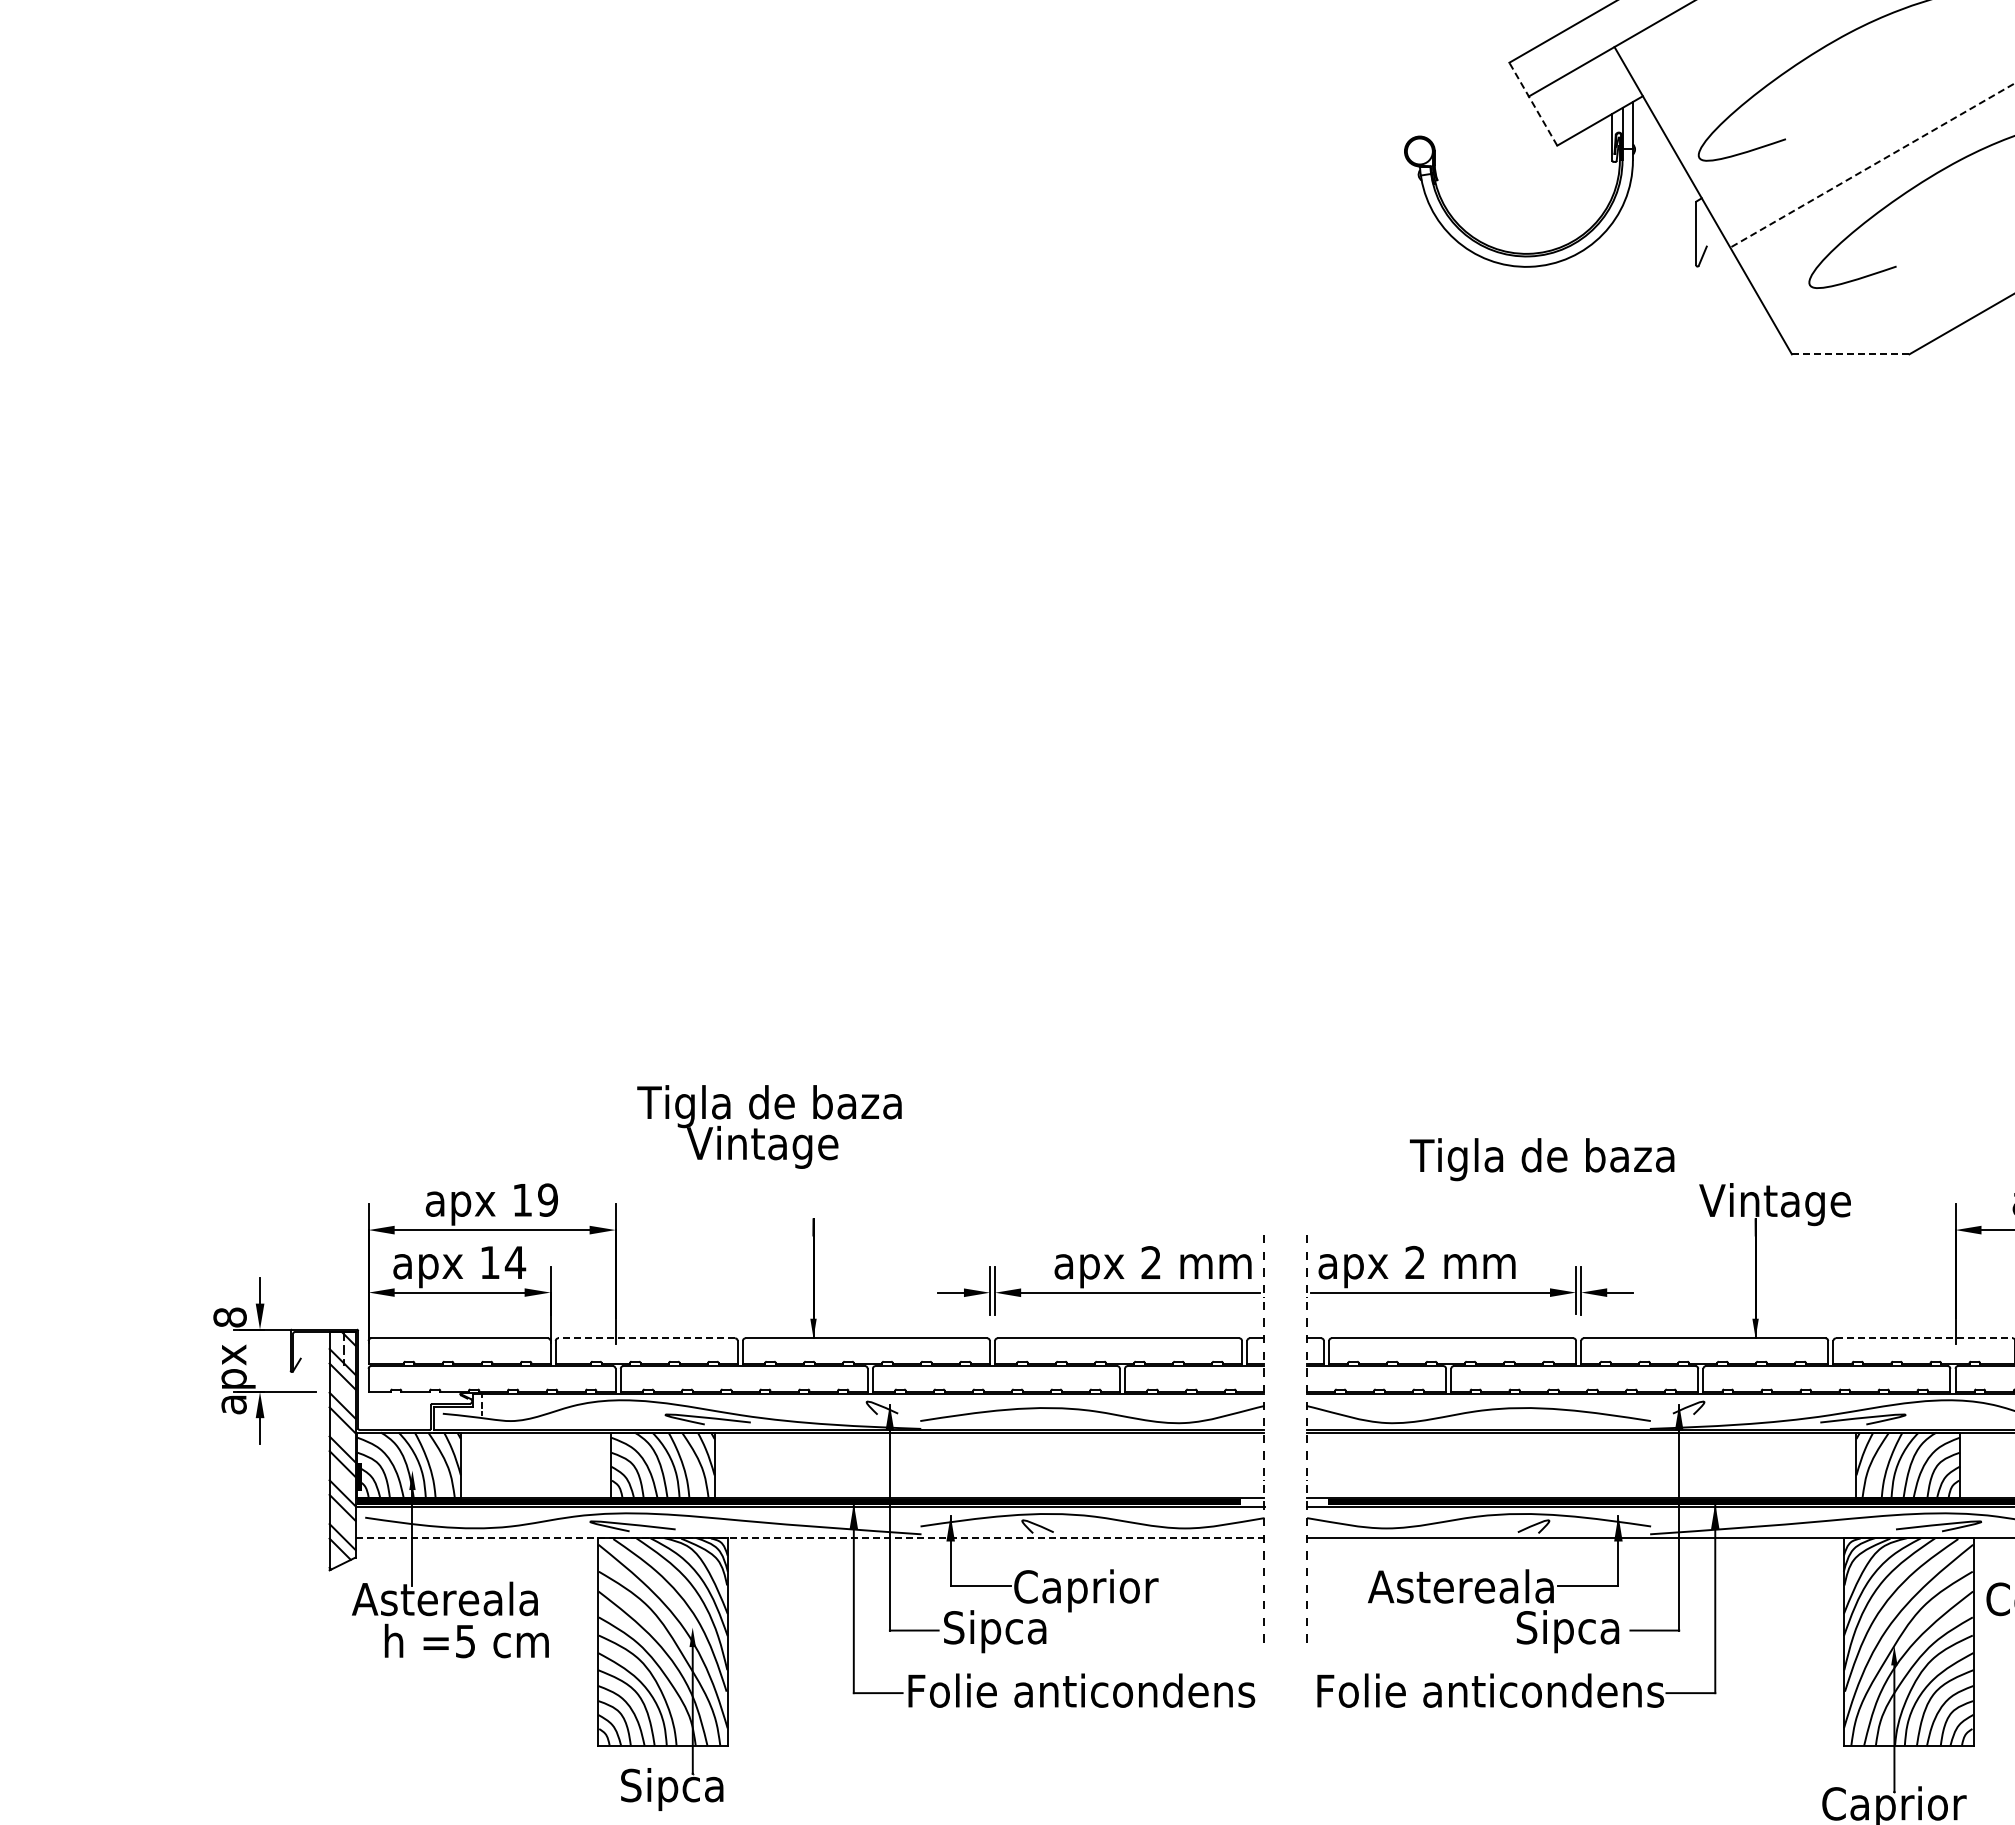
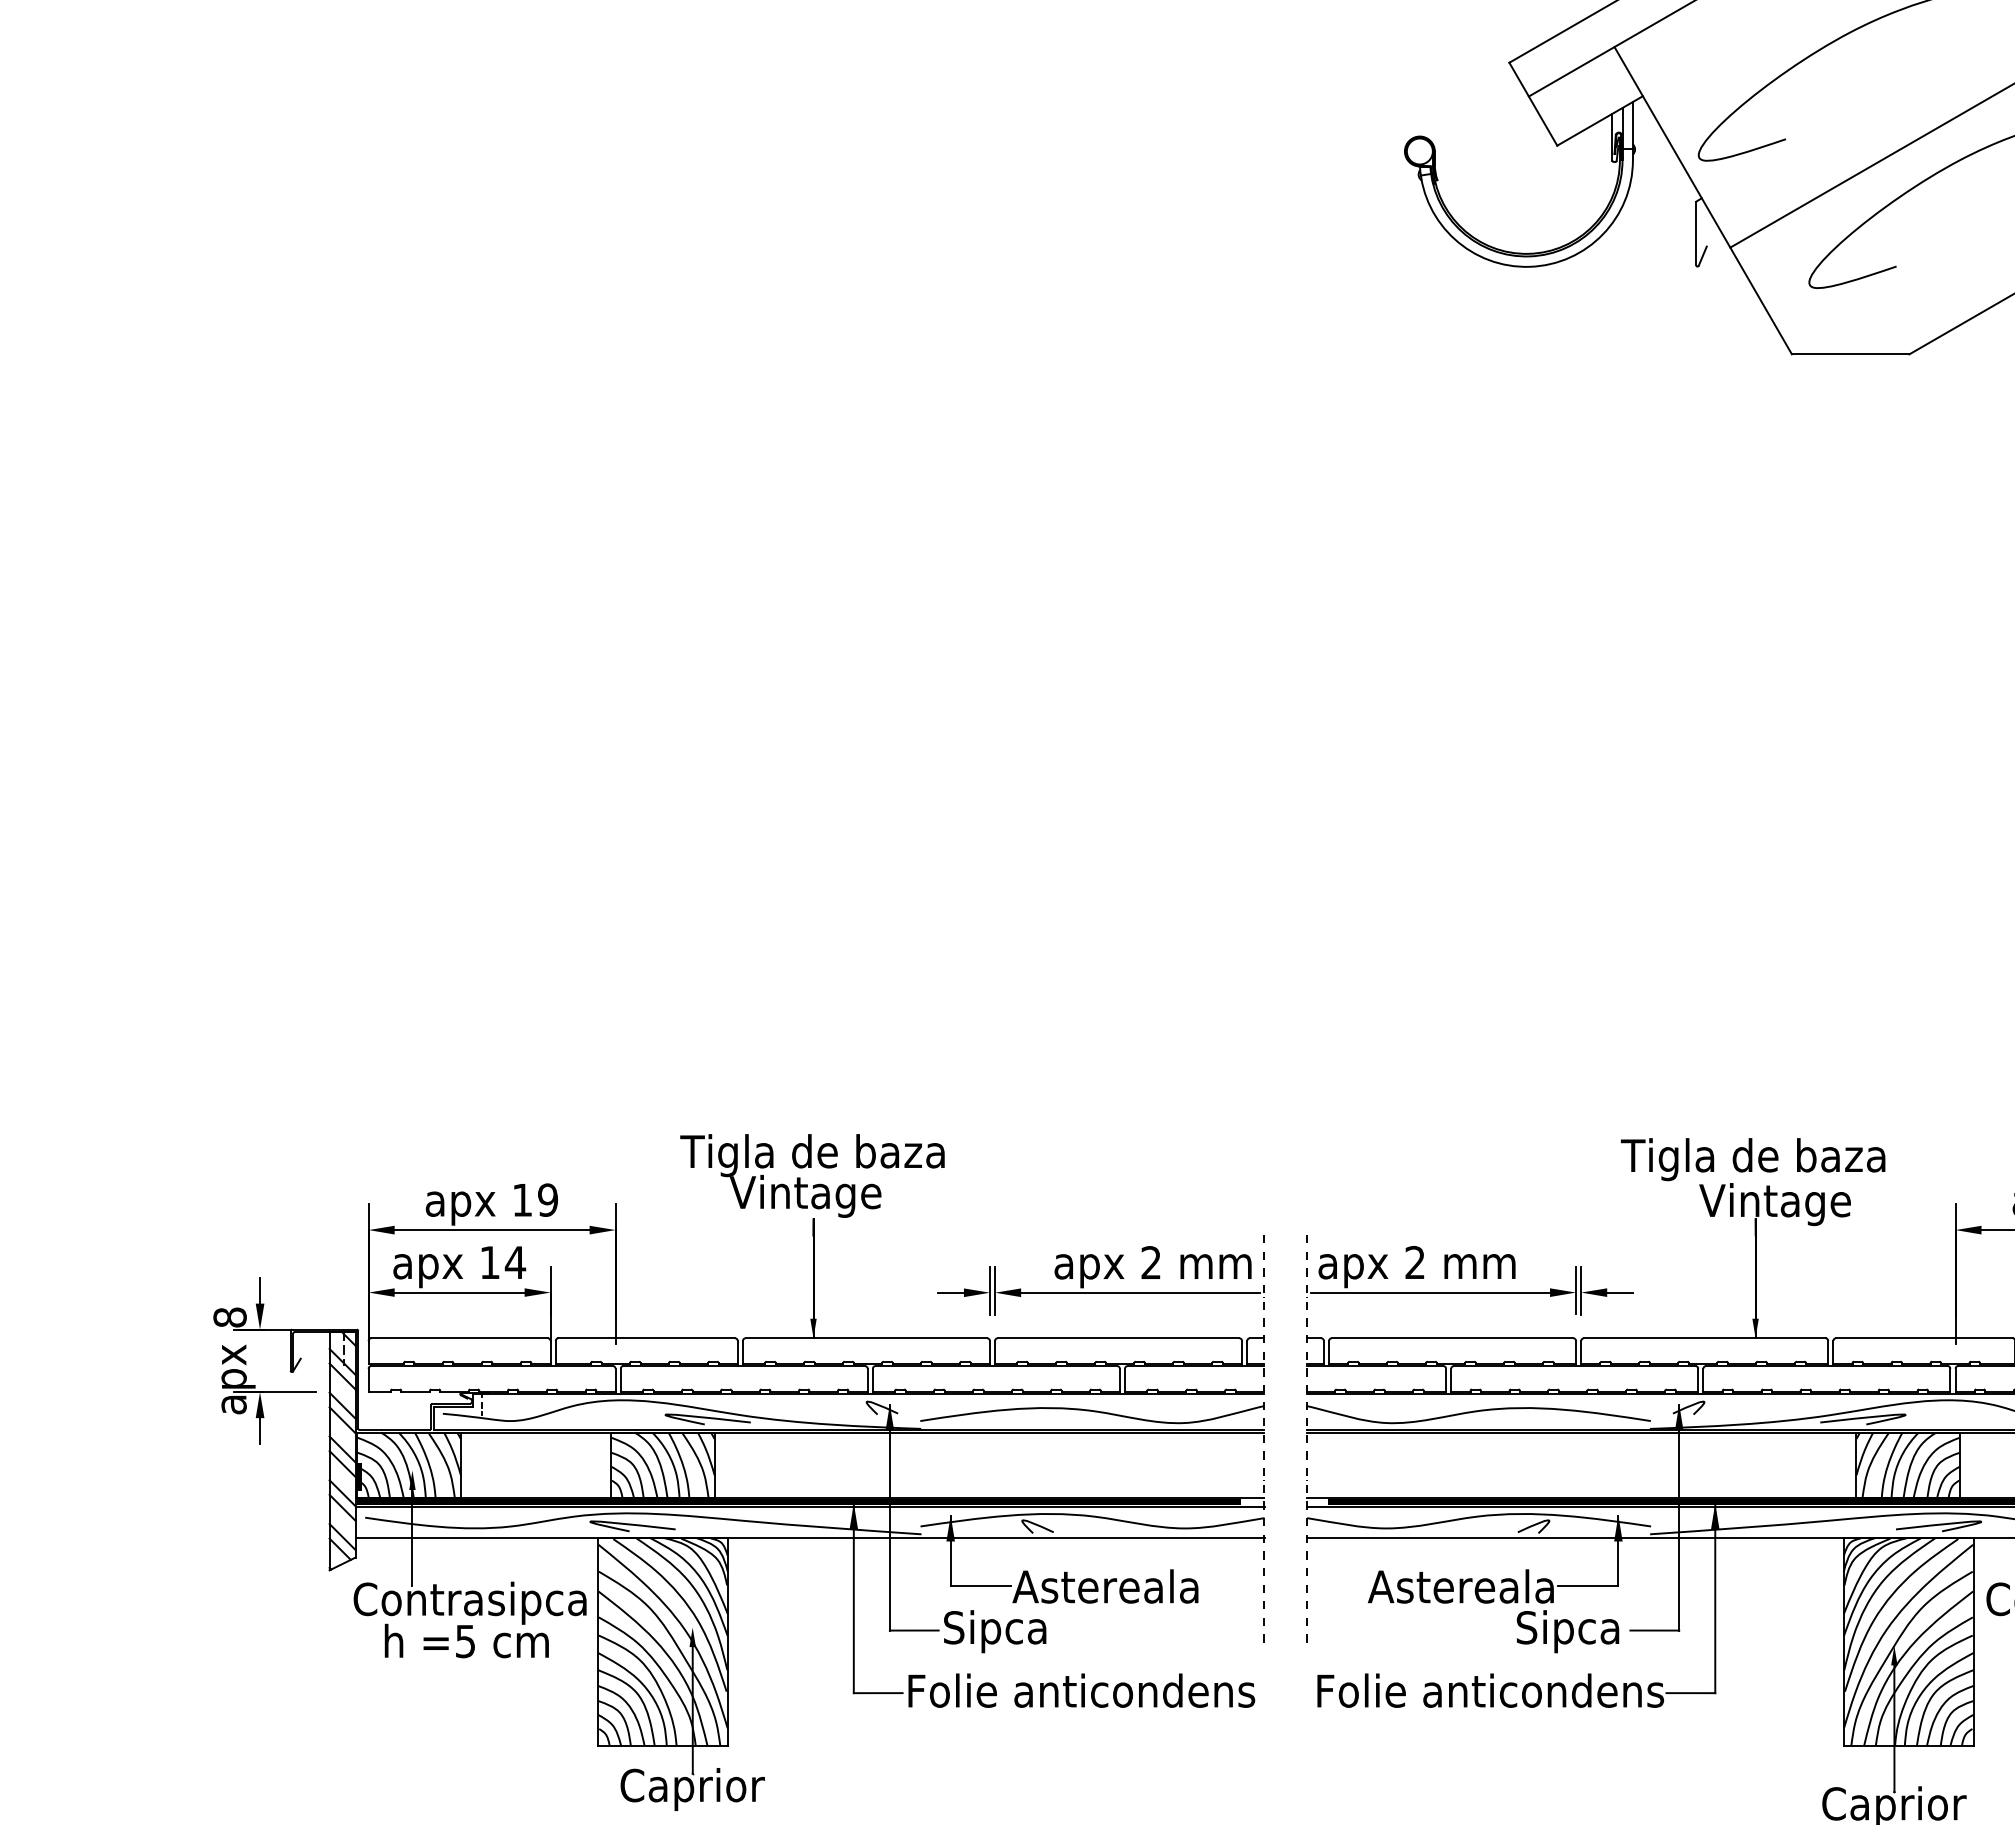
line at (1533, 104): dashed -> solid
line at (1872, 165): dashed -> solid
line at (1850, 354): dashed -> solid
text at (769, 1126) position: (769, 1126) -> (812, 1175)
text at (1541, 1159) position: (1541, 1159) -> (1752, 1159)
line at (646, 1338): dashed -> solid
line at (1924, 1338): dashed -> solid
line at (809, 1537): dashed -> solid
text at (1105, 1590): Caprior -> Astereala
text at (468, 1602): Astereala -> Contrasipca
text at (692, 1789): Sipca -> Caprior
